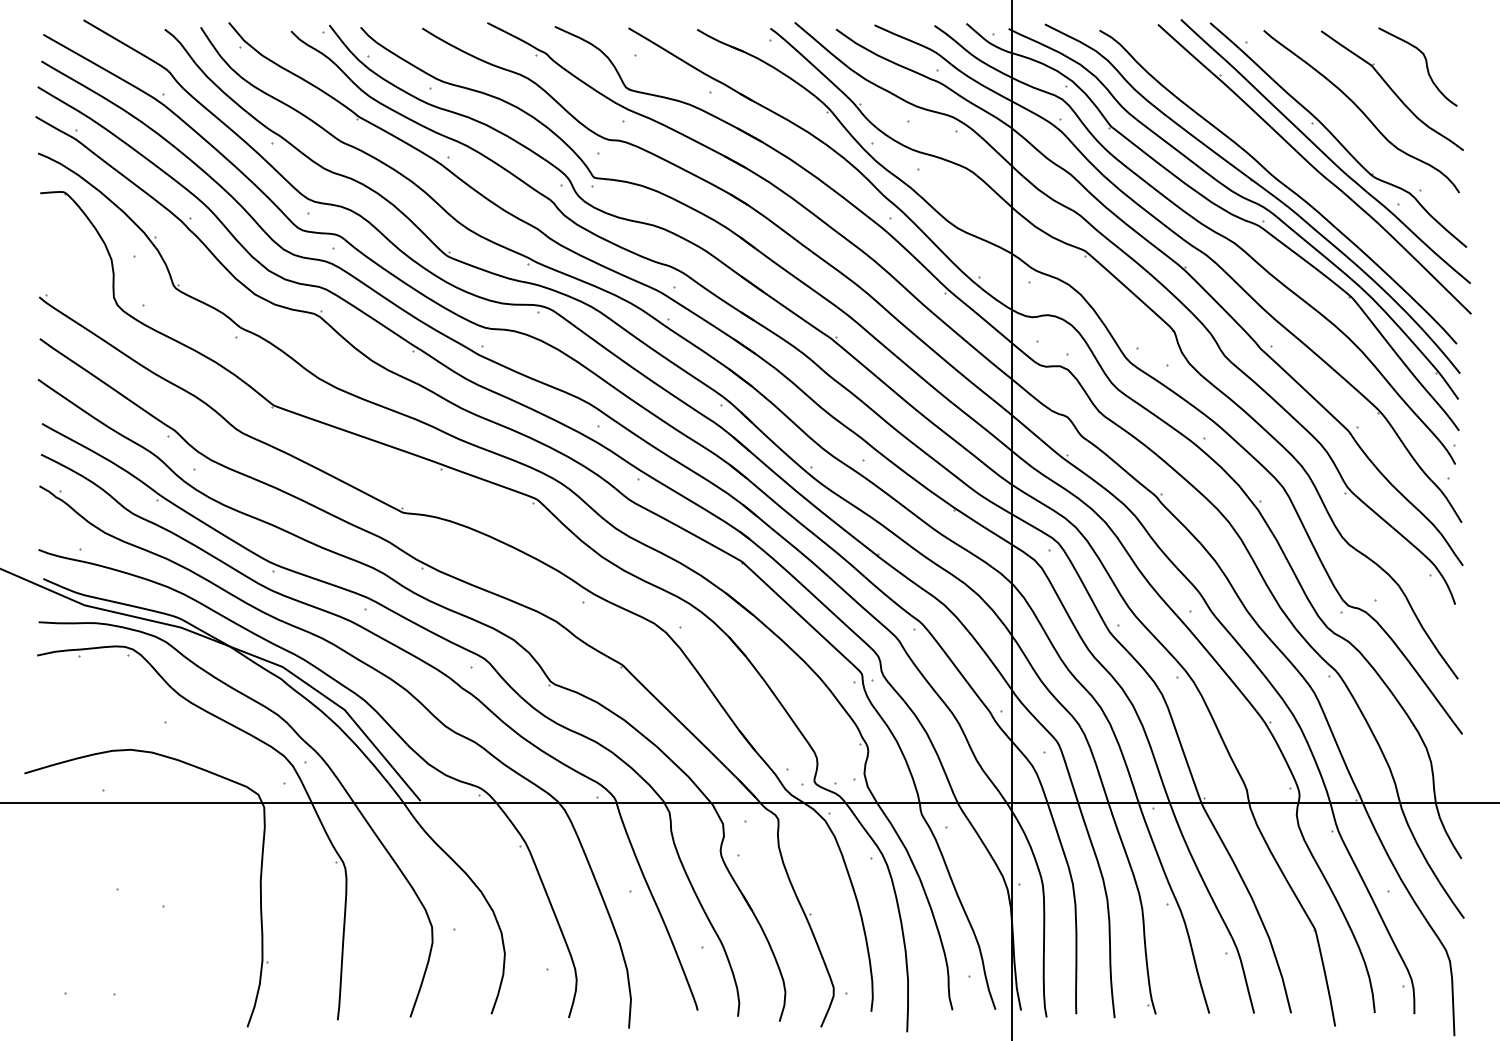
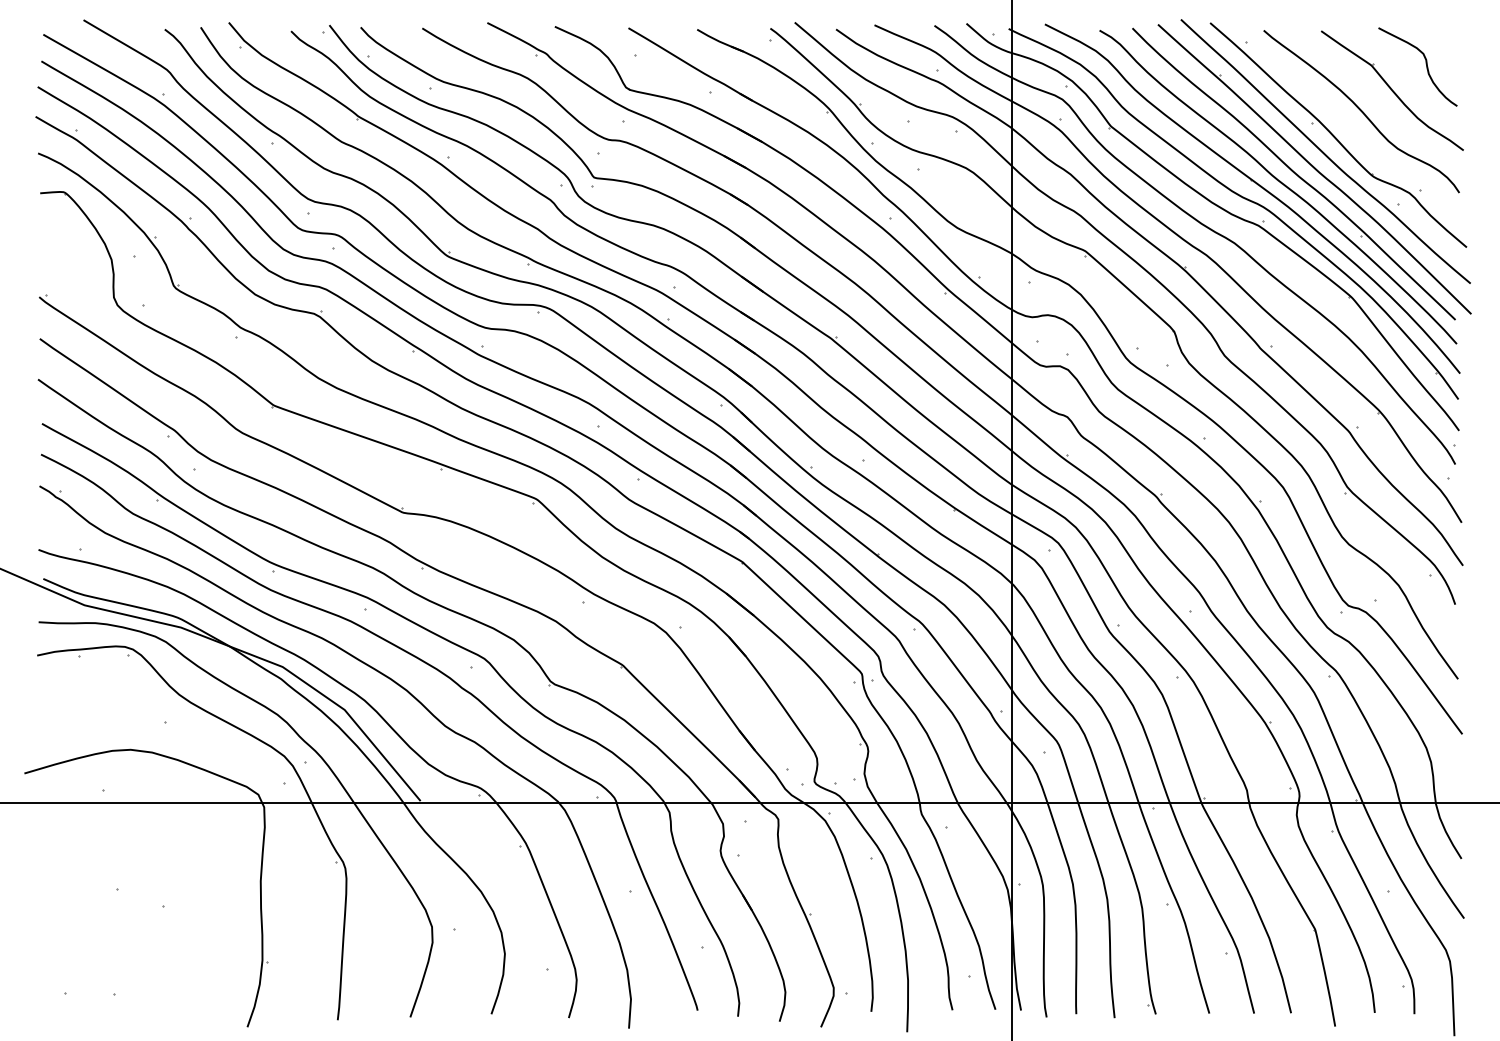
part at (1293, 173): none -> present
